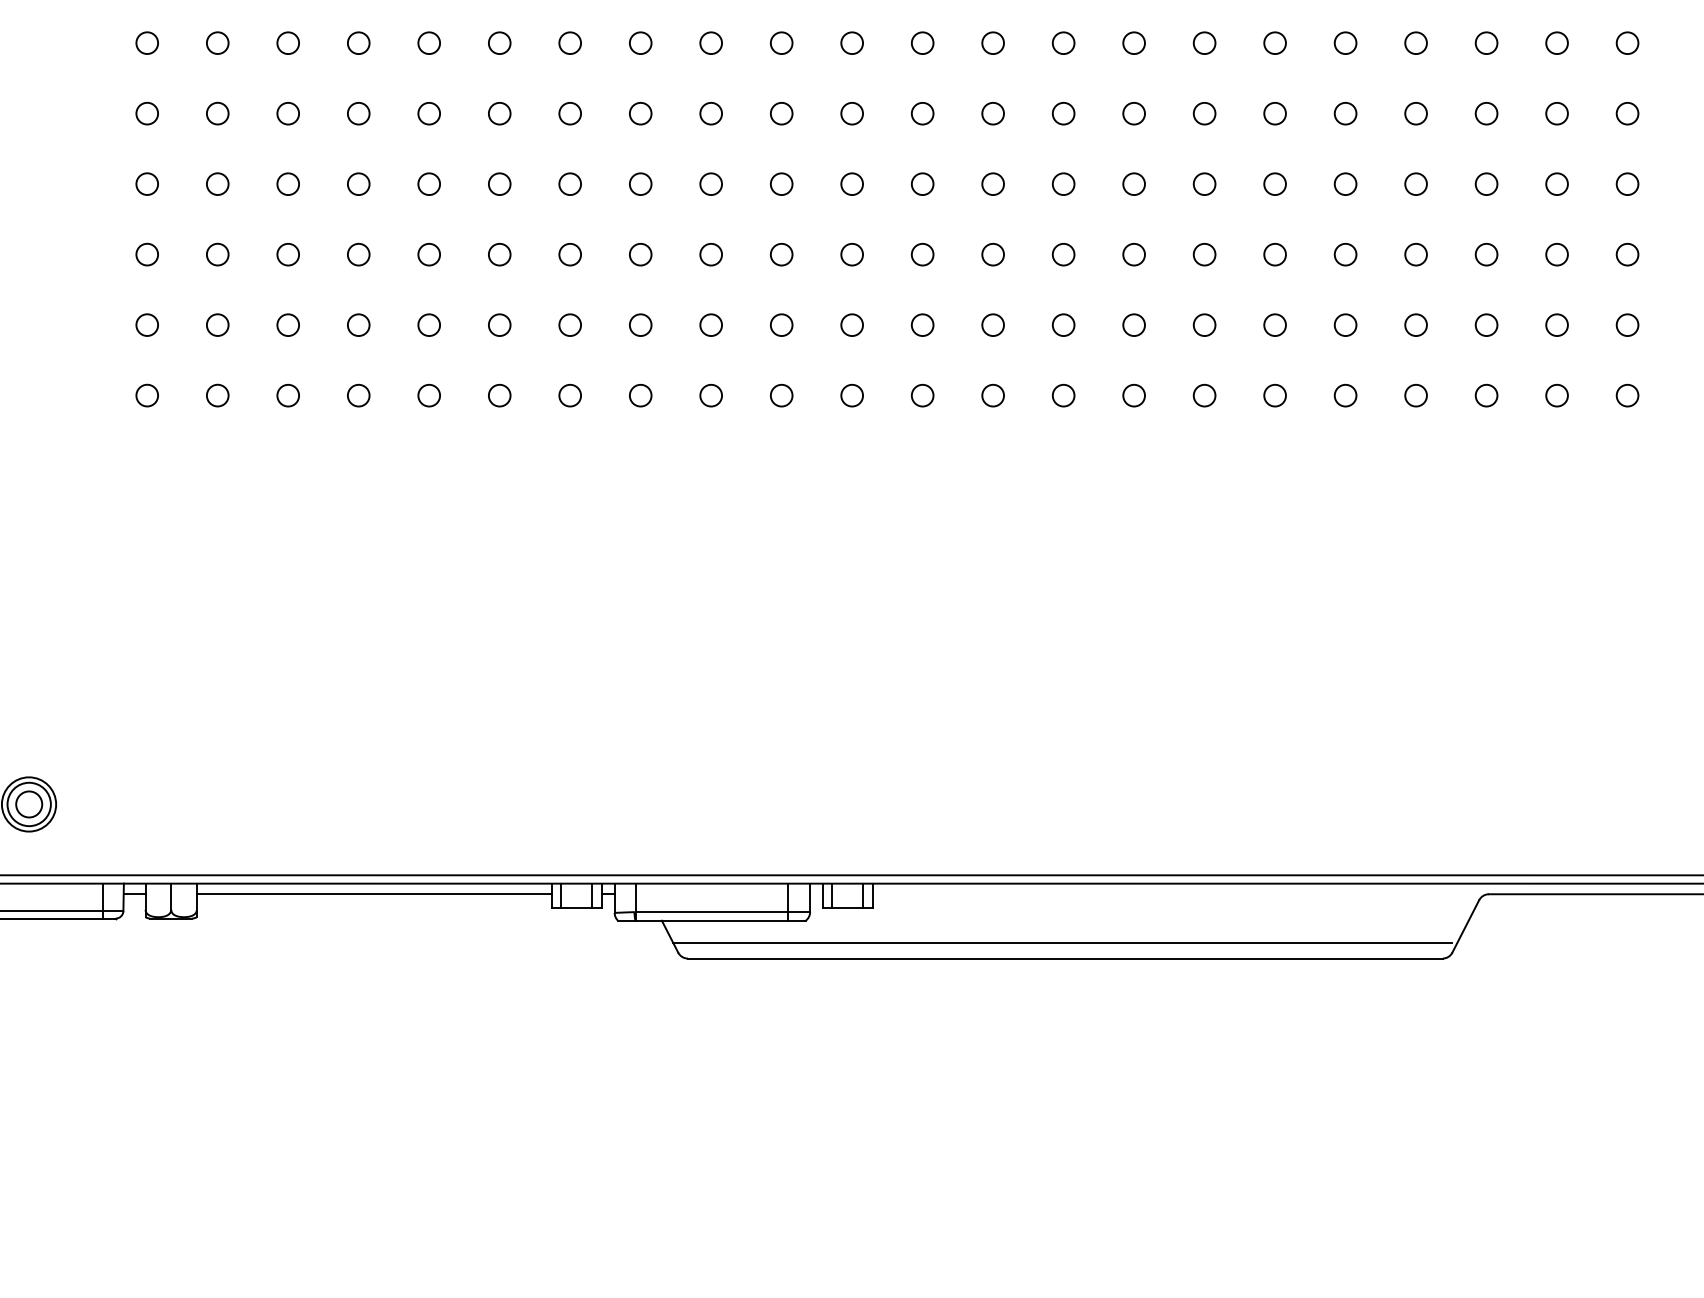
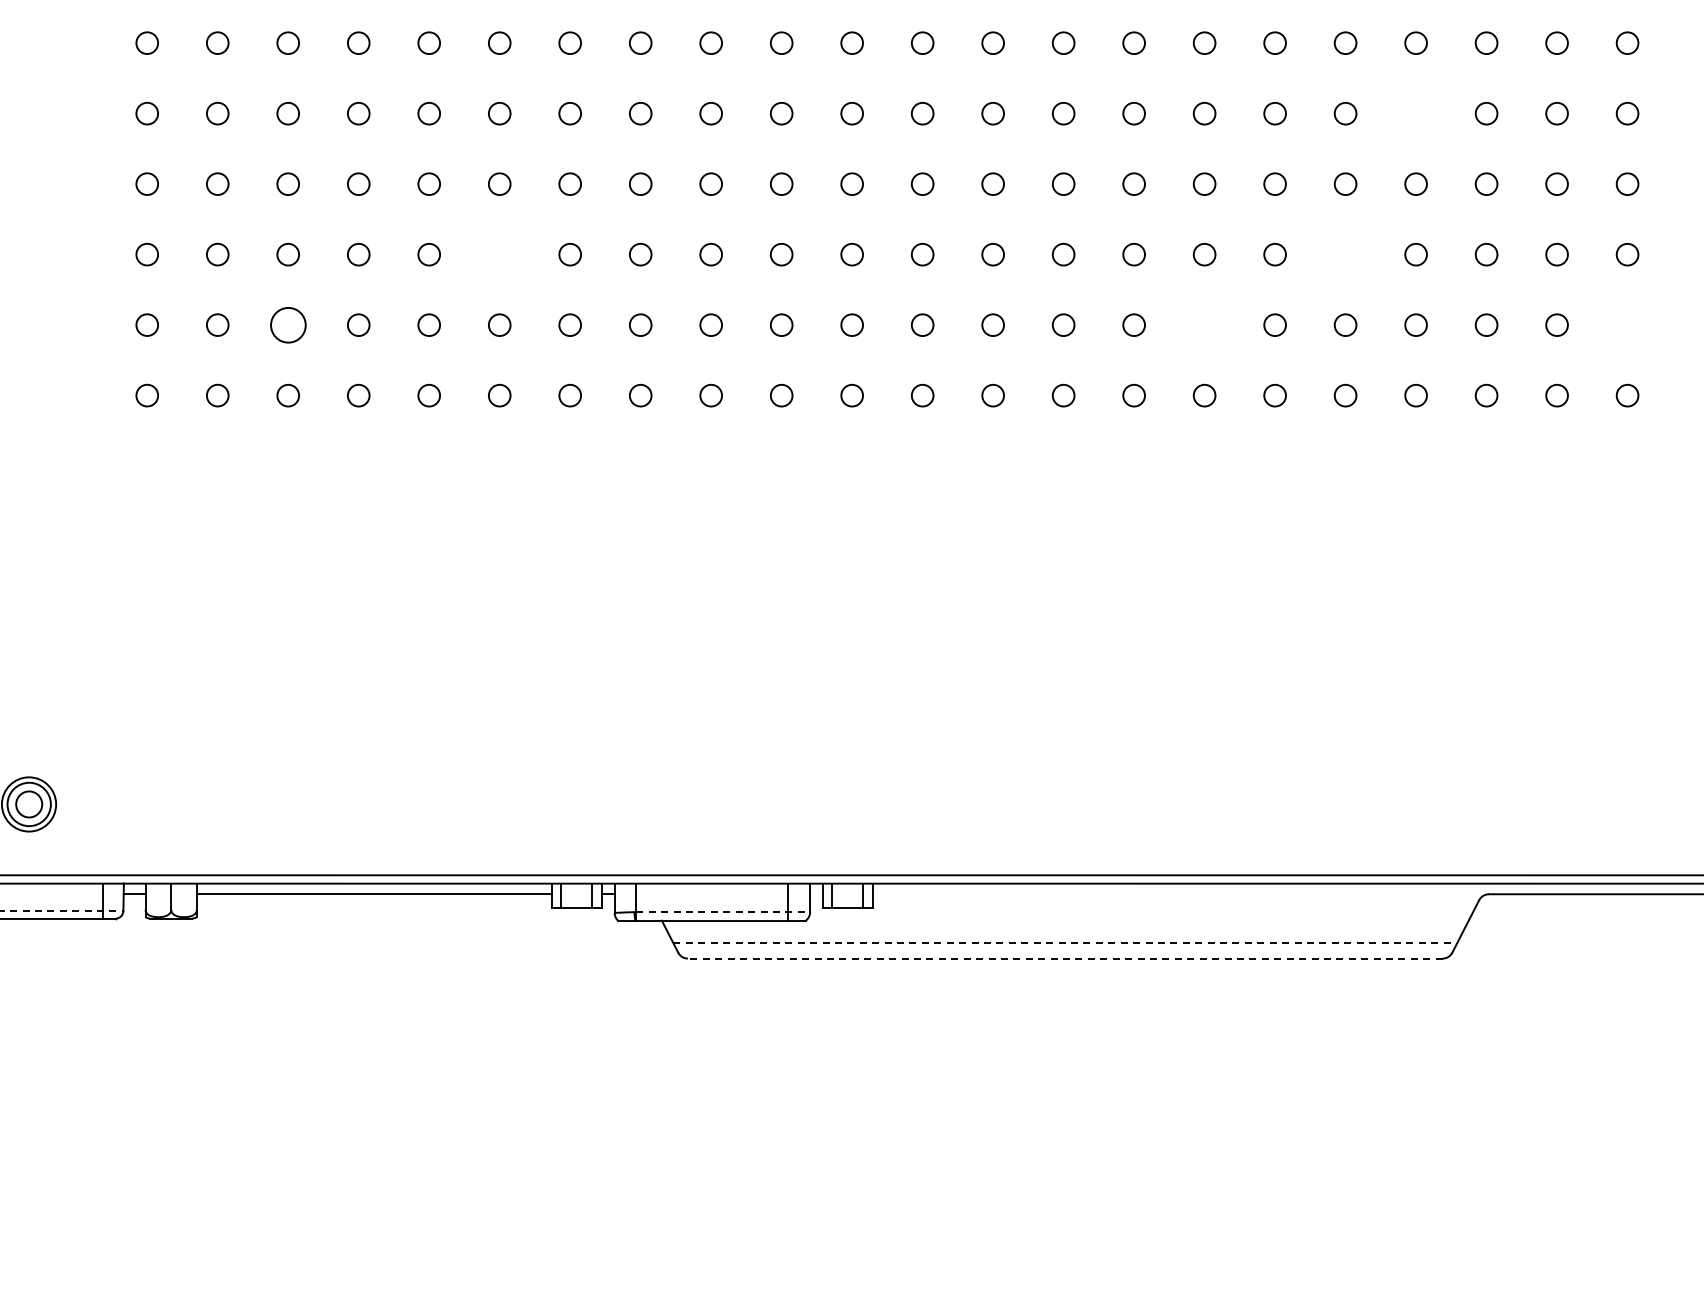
circle at (1415, 113): present -> none
circle at (499, 254): present -> none
circle at (1345, 254): present -> none
circle at (287, 324) size: 24x24 px -> 37x37 px
circle at (1204, 324): present -> none
circle at (1627, 324): present -> none
line at (62, 911): solid -> dashed
line at (723, 912): solid -> dashed
line at (1063, 943): solid -> dashed
line at (1064, 958): solid -> dashed
